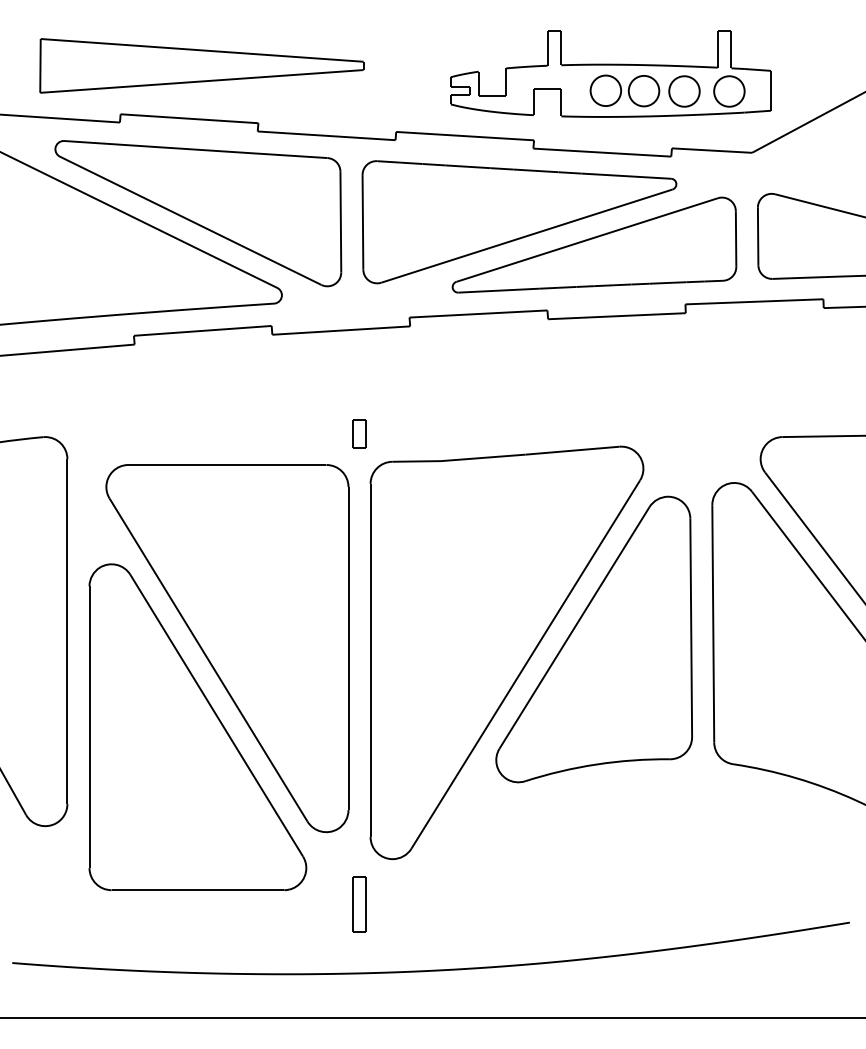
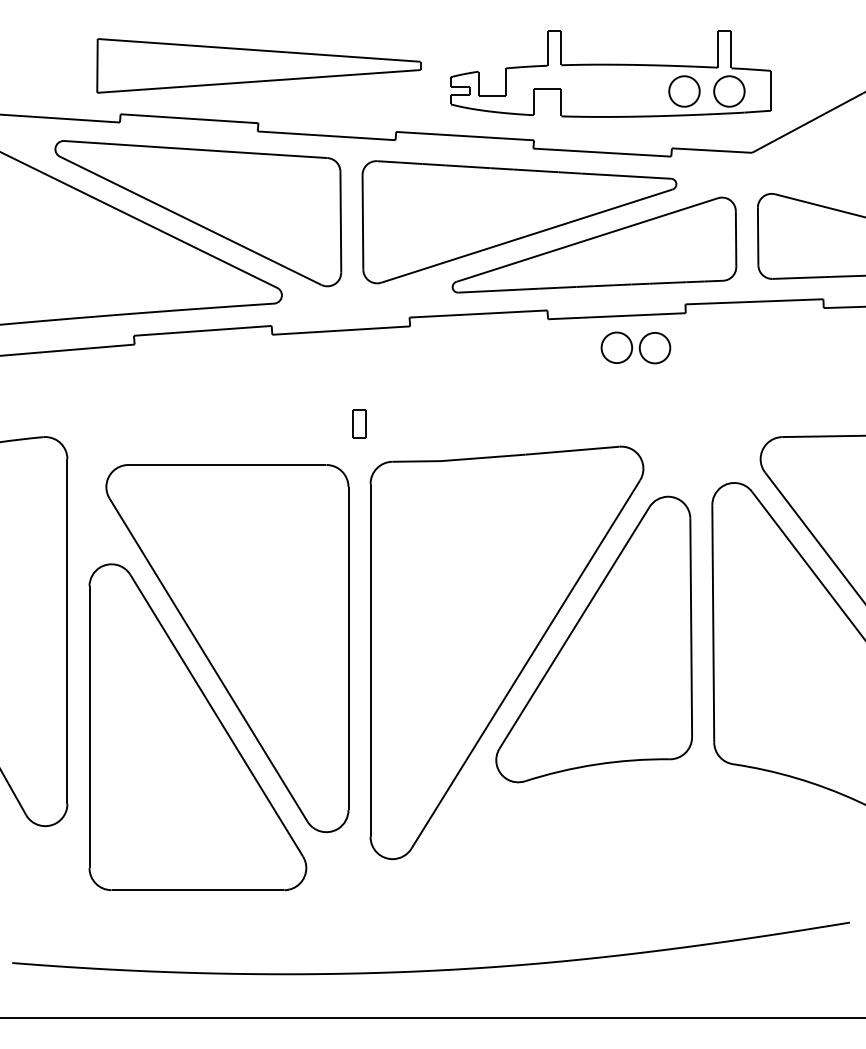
part at (201, 65) position: (201, 65) -> (258, 65)
part at (624, 90) position: (624, 90) -> (635, 347)
part at (359, 433) position: (359, 433) -> (359, 423)
part at (359, 904): present -> none
